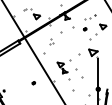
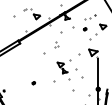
part at (51, 41) position: (51, 41) -> (56, 44)
line at (33, 51): present -> none
